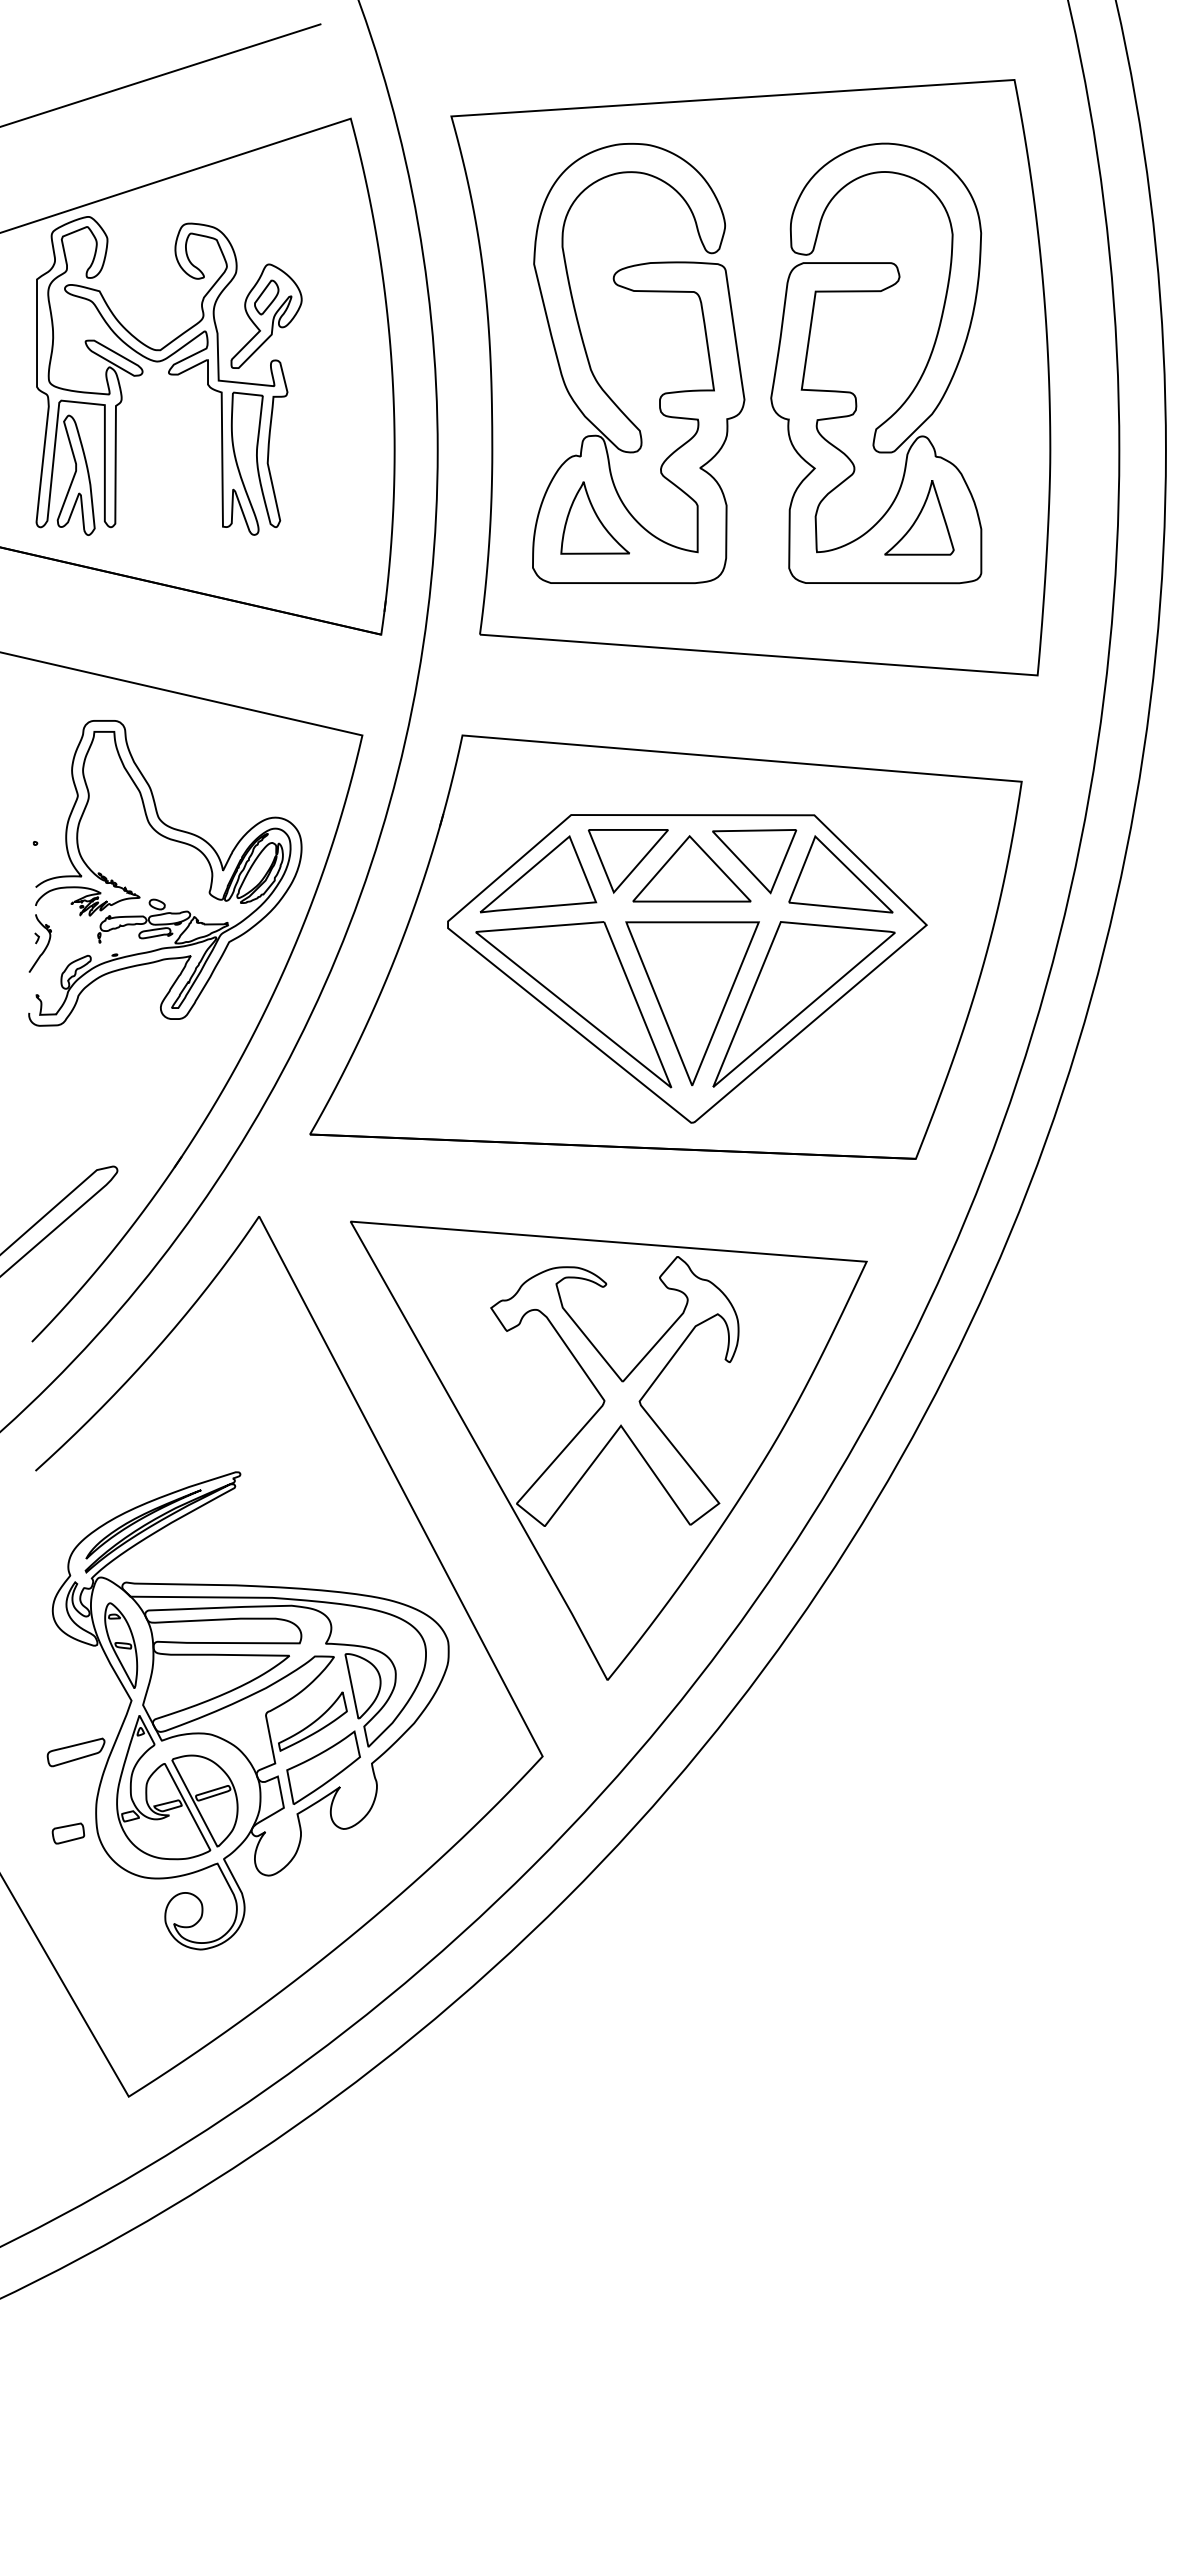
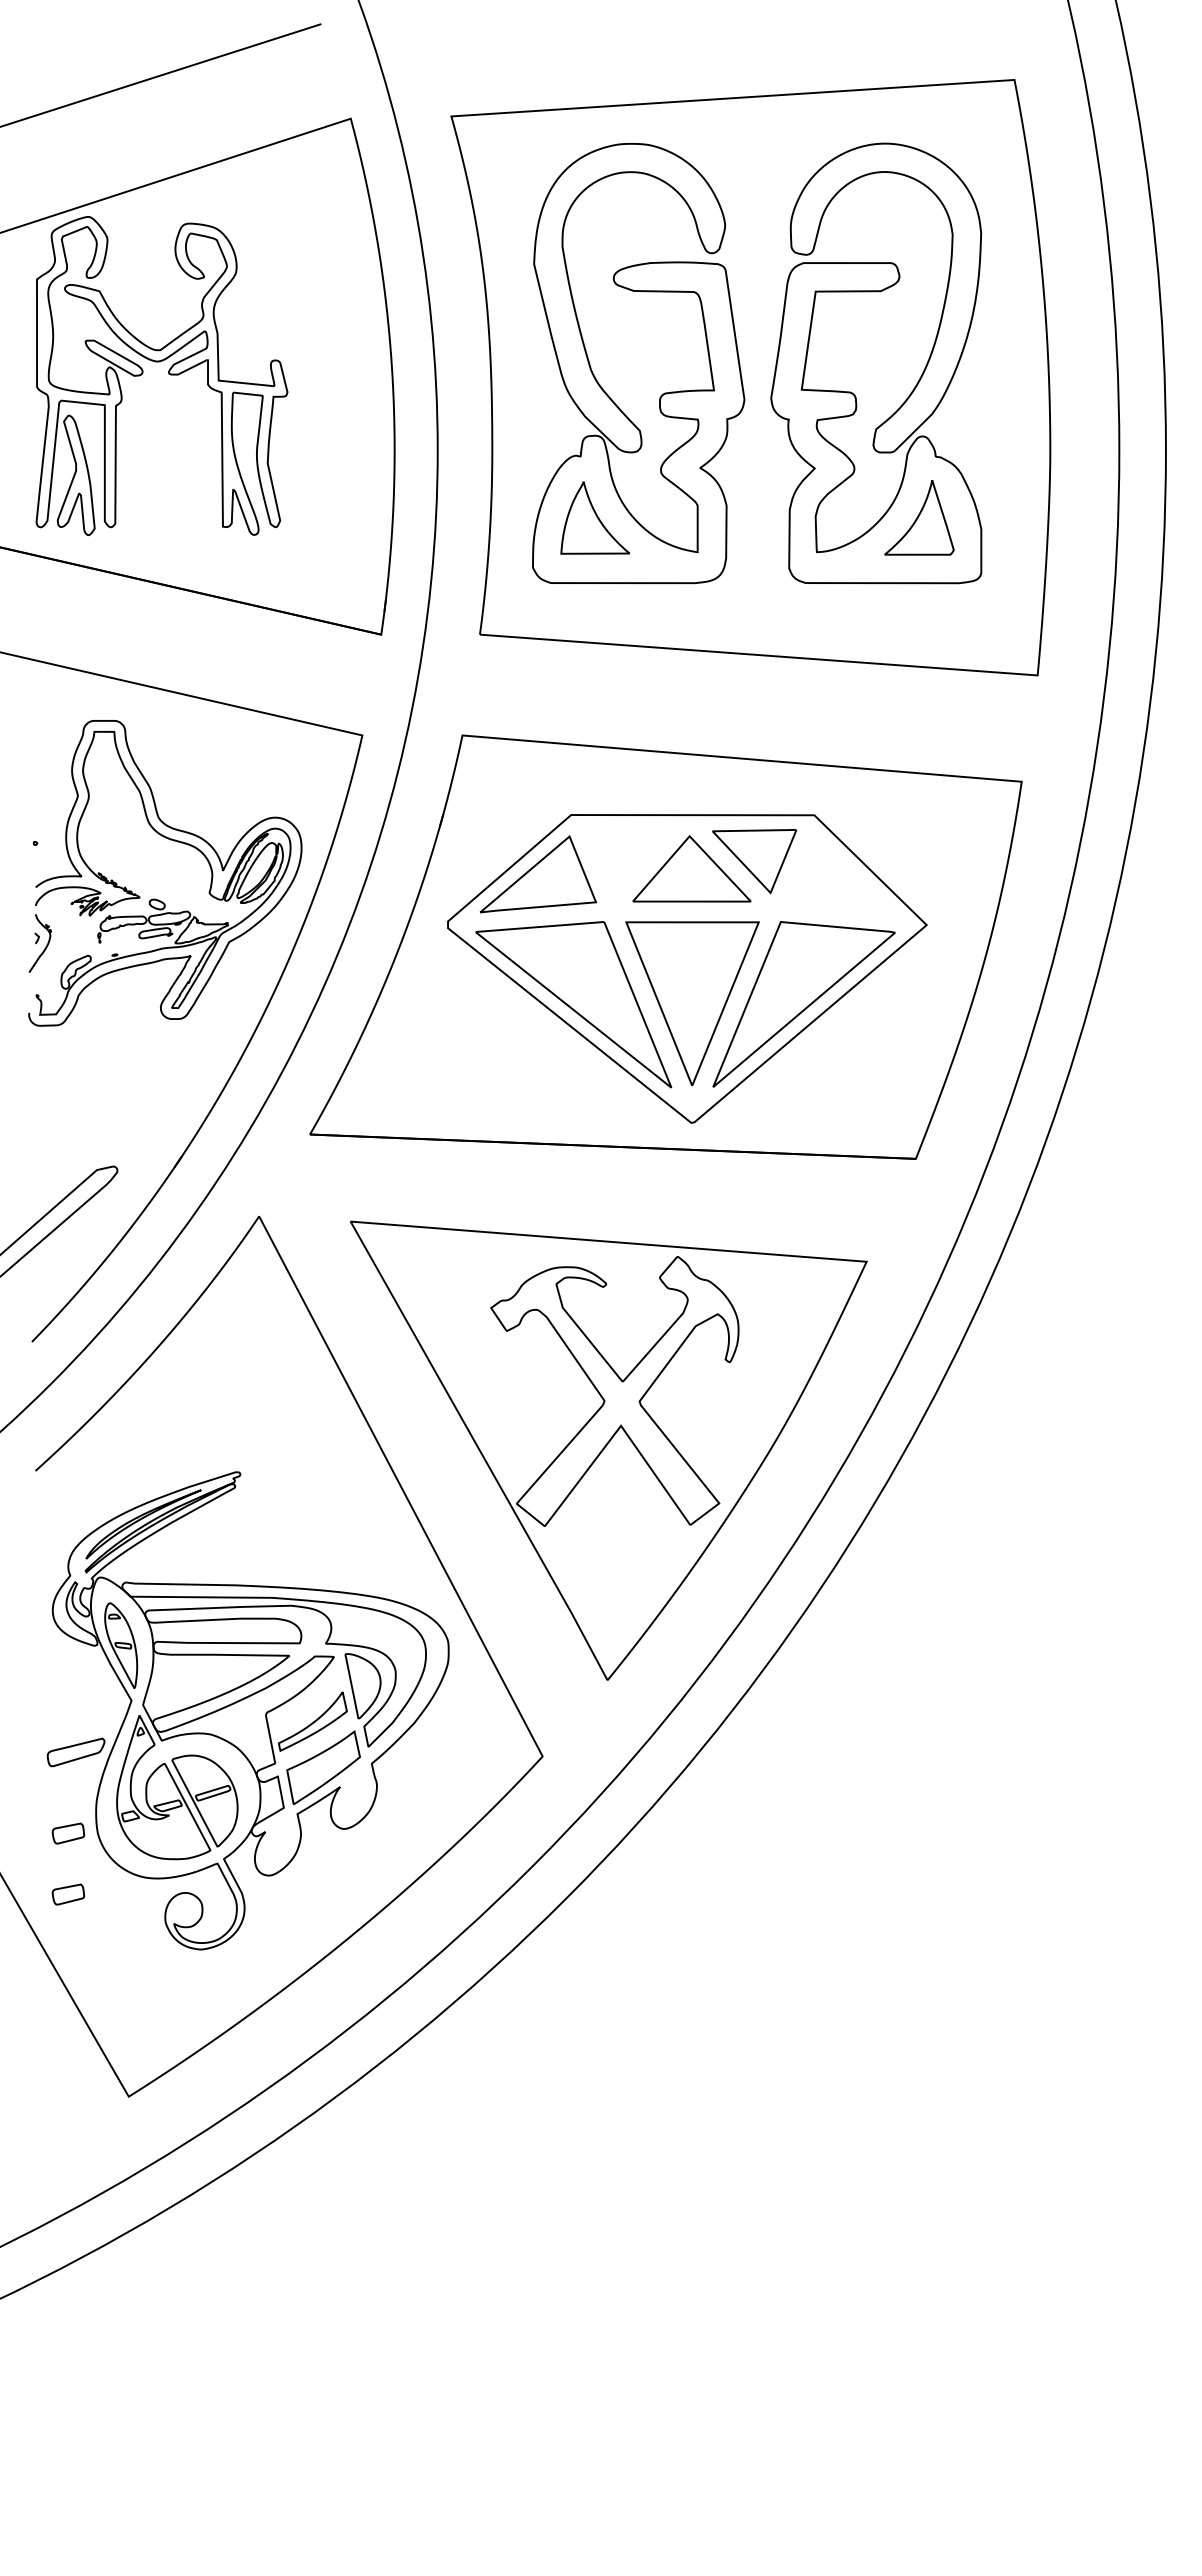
part at (266, 315): present -> none
part at (627, 861): present -> none
part at (840, 874): present -> none
part at (68, 1894): none -> present
